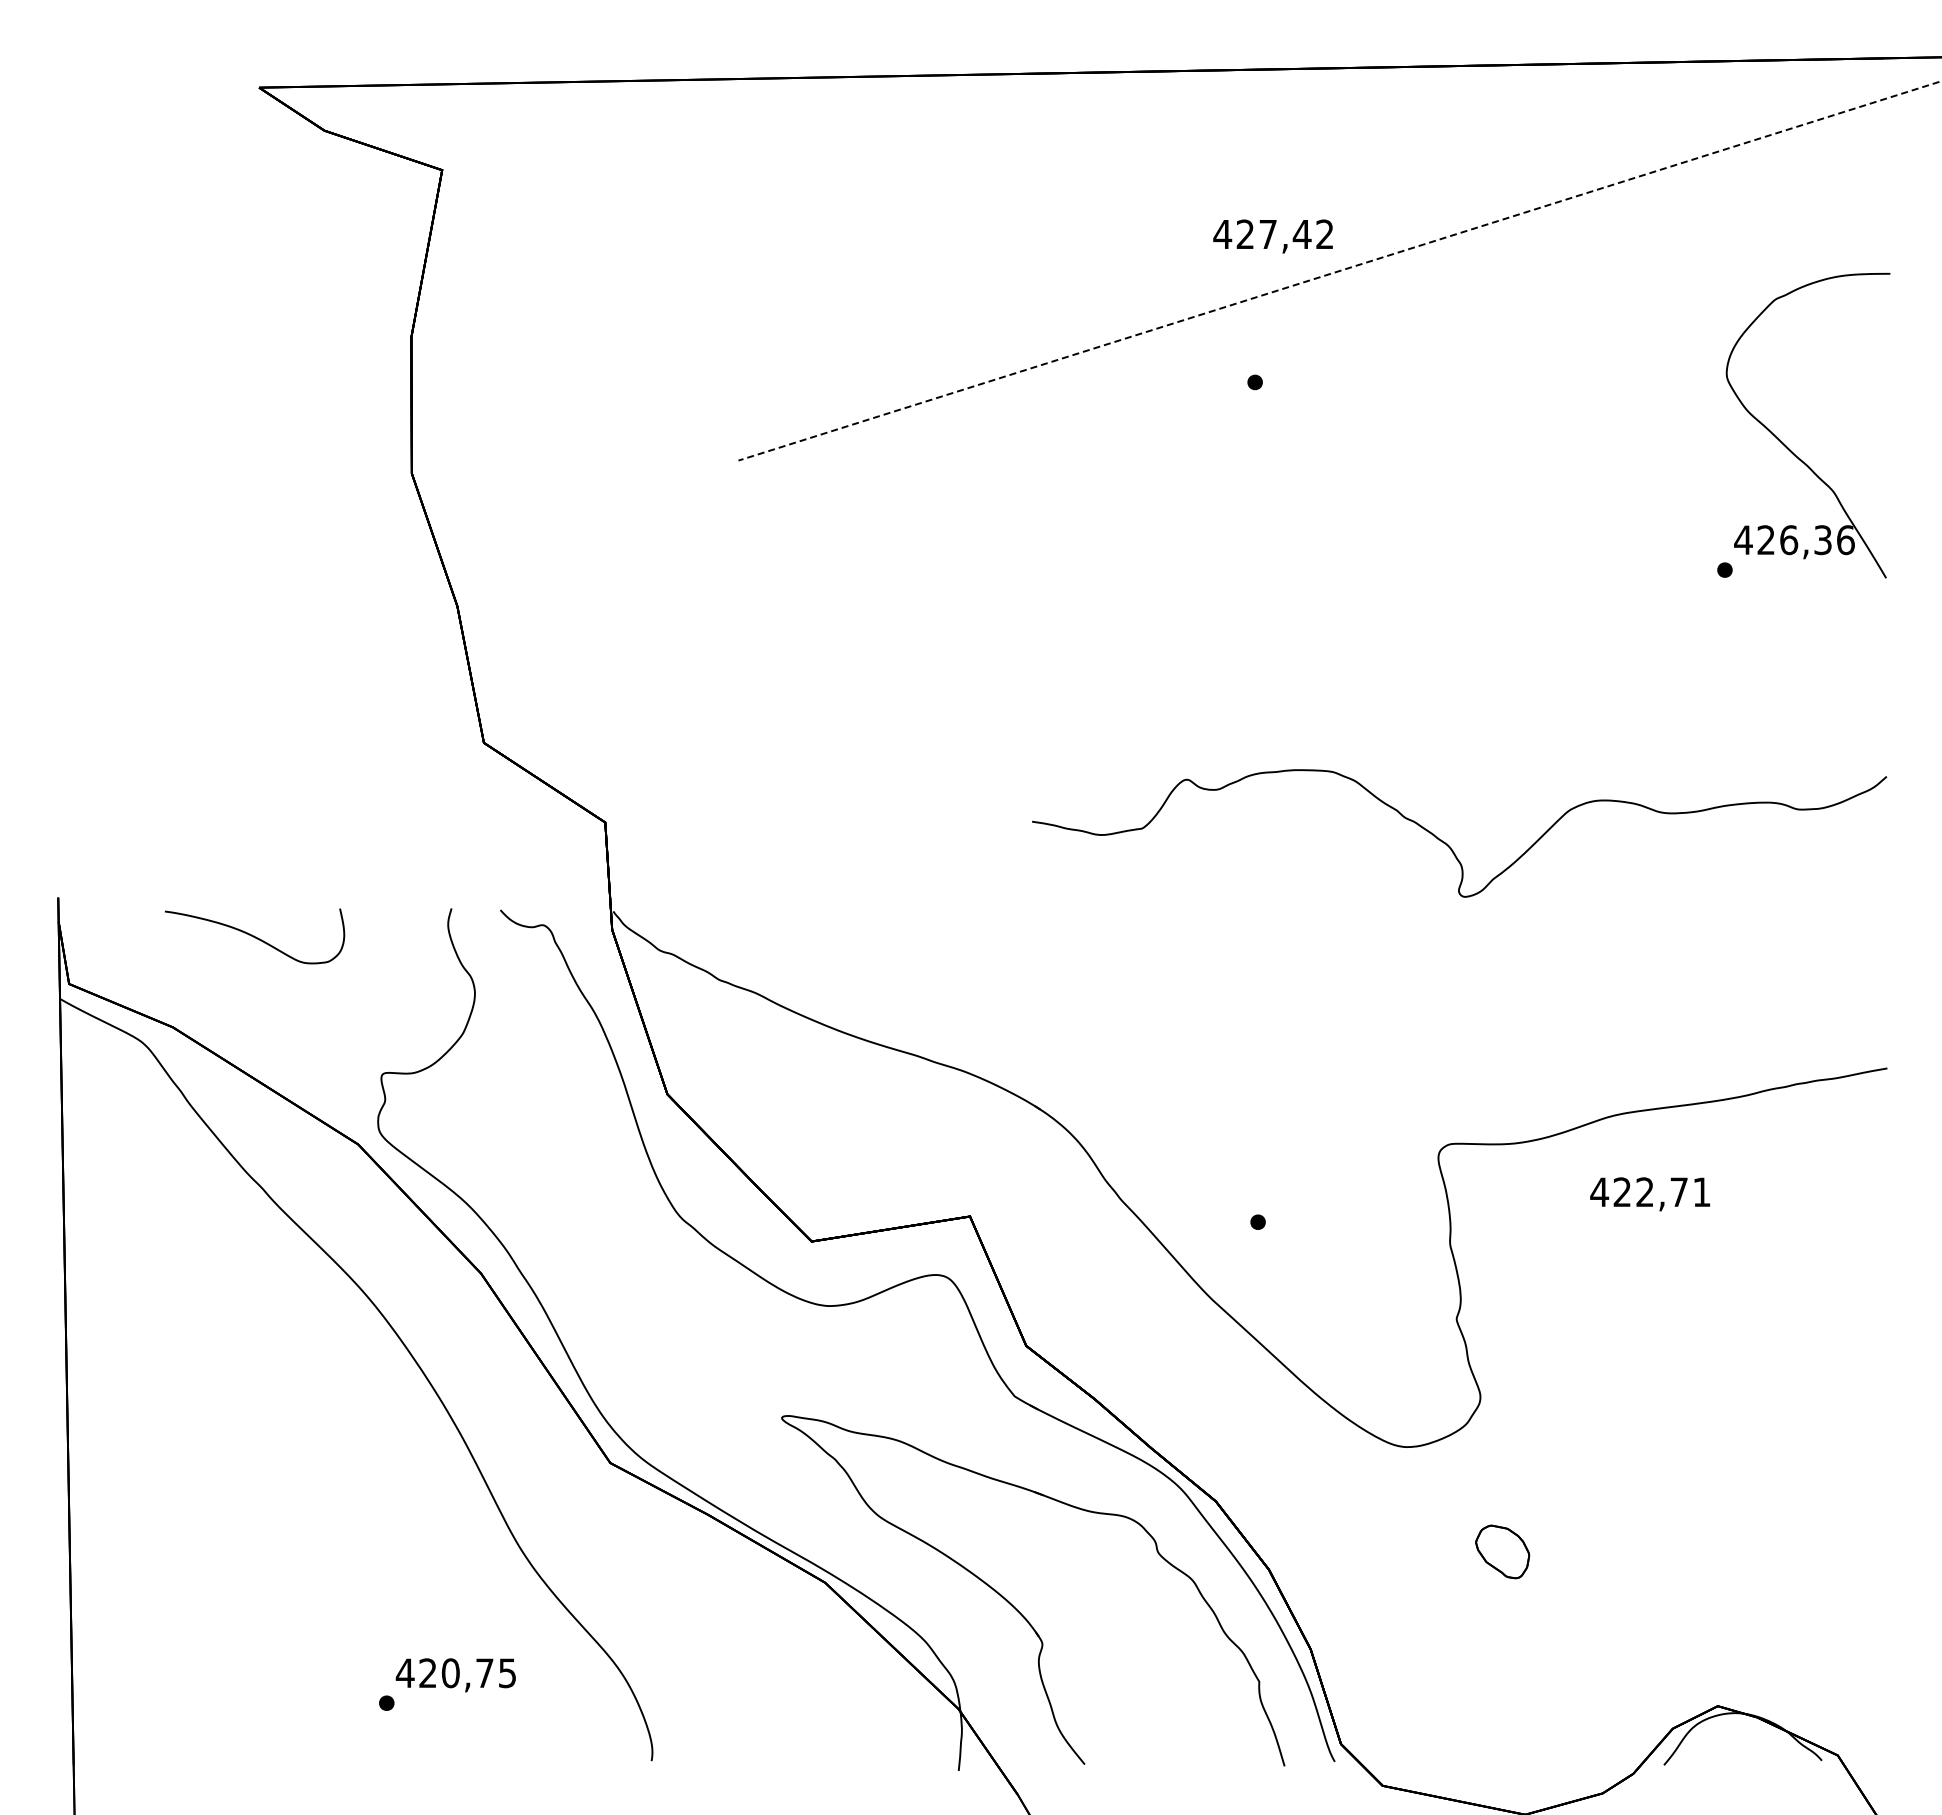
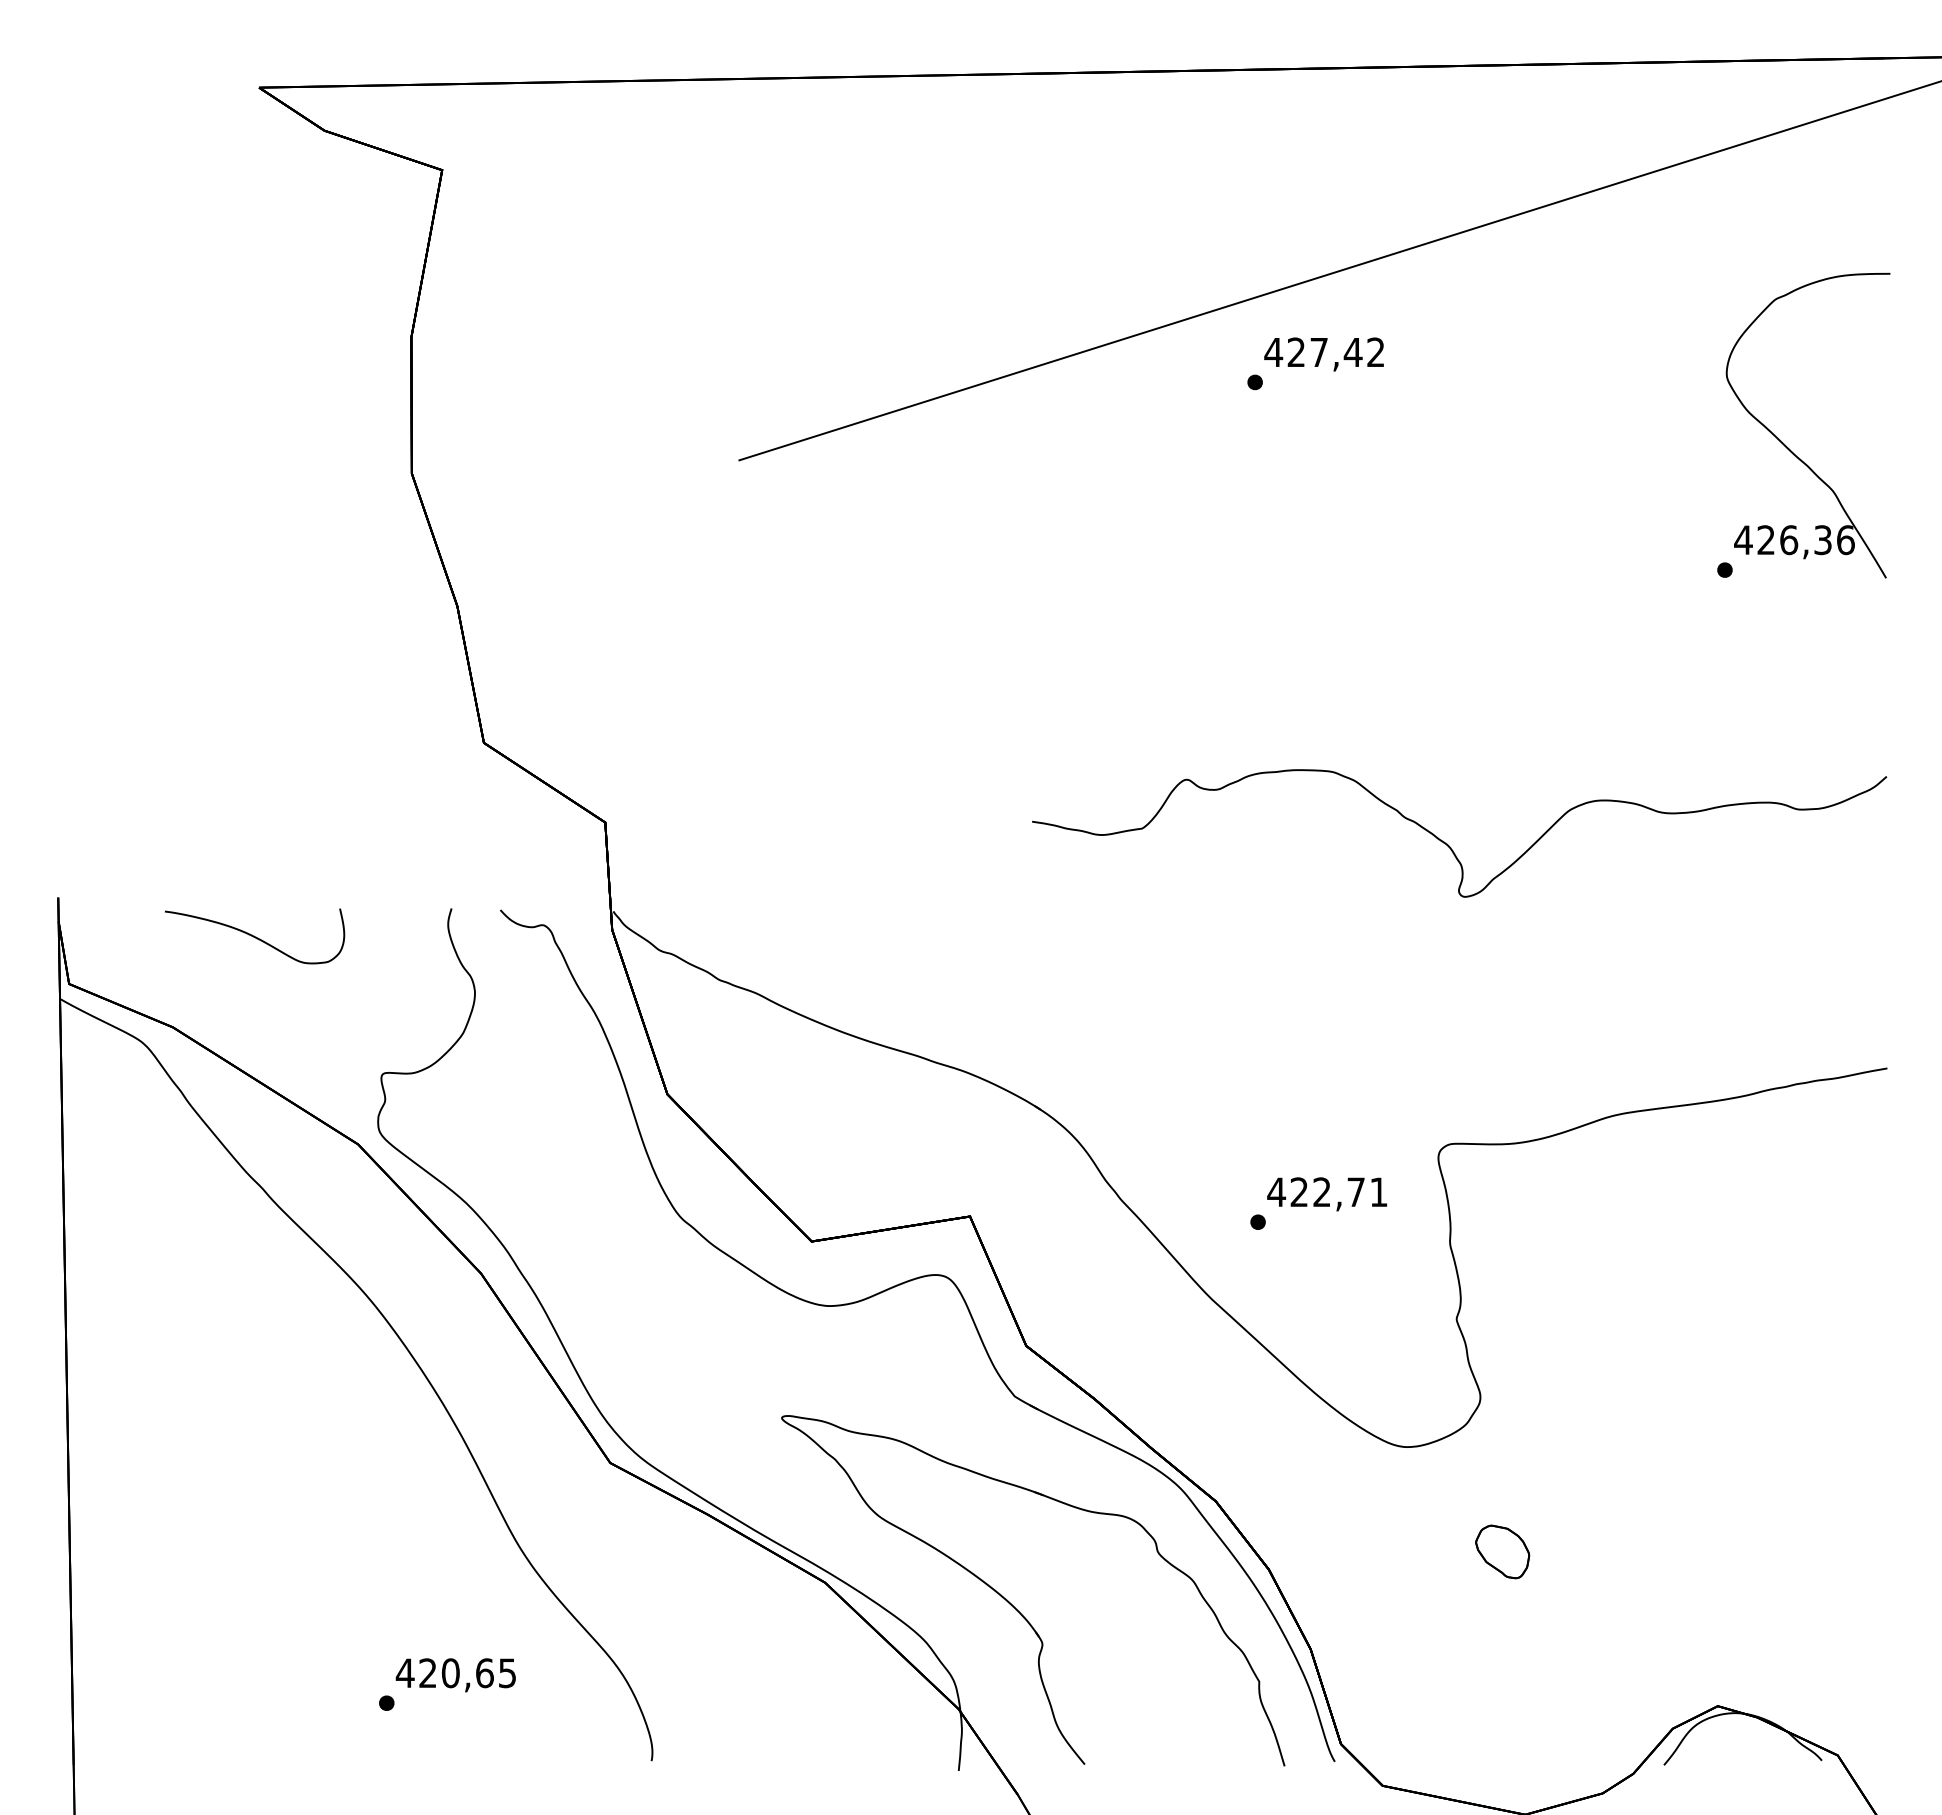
text at (1272, 236) position: (1272, 236) -> (1323, 354)
line at (1339, 270): dashed -> solid
text at (1649, 1194) position: (1649, 1194) -> (1326, 1194)
text at (484, 1673): 420,75 -> 420,65
